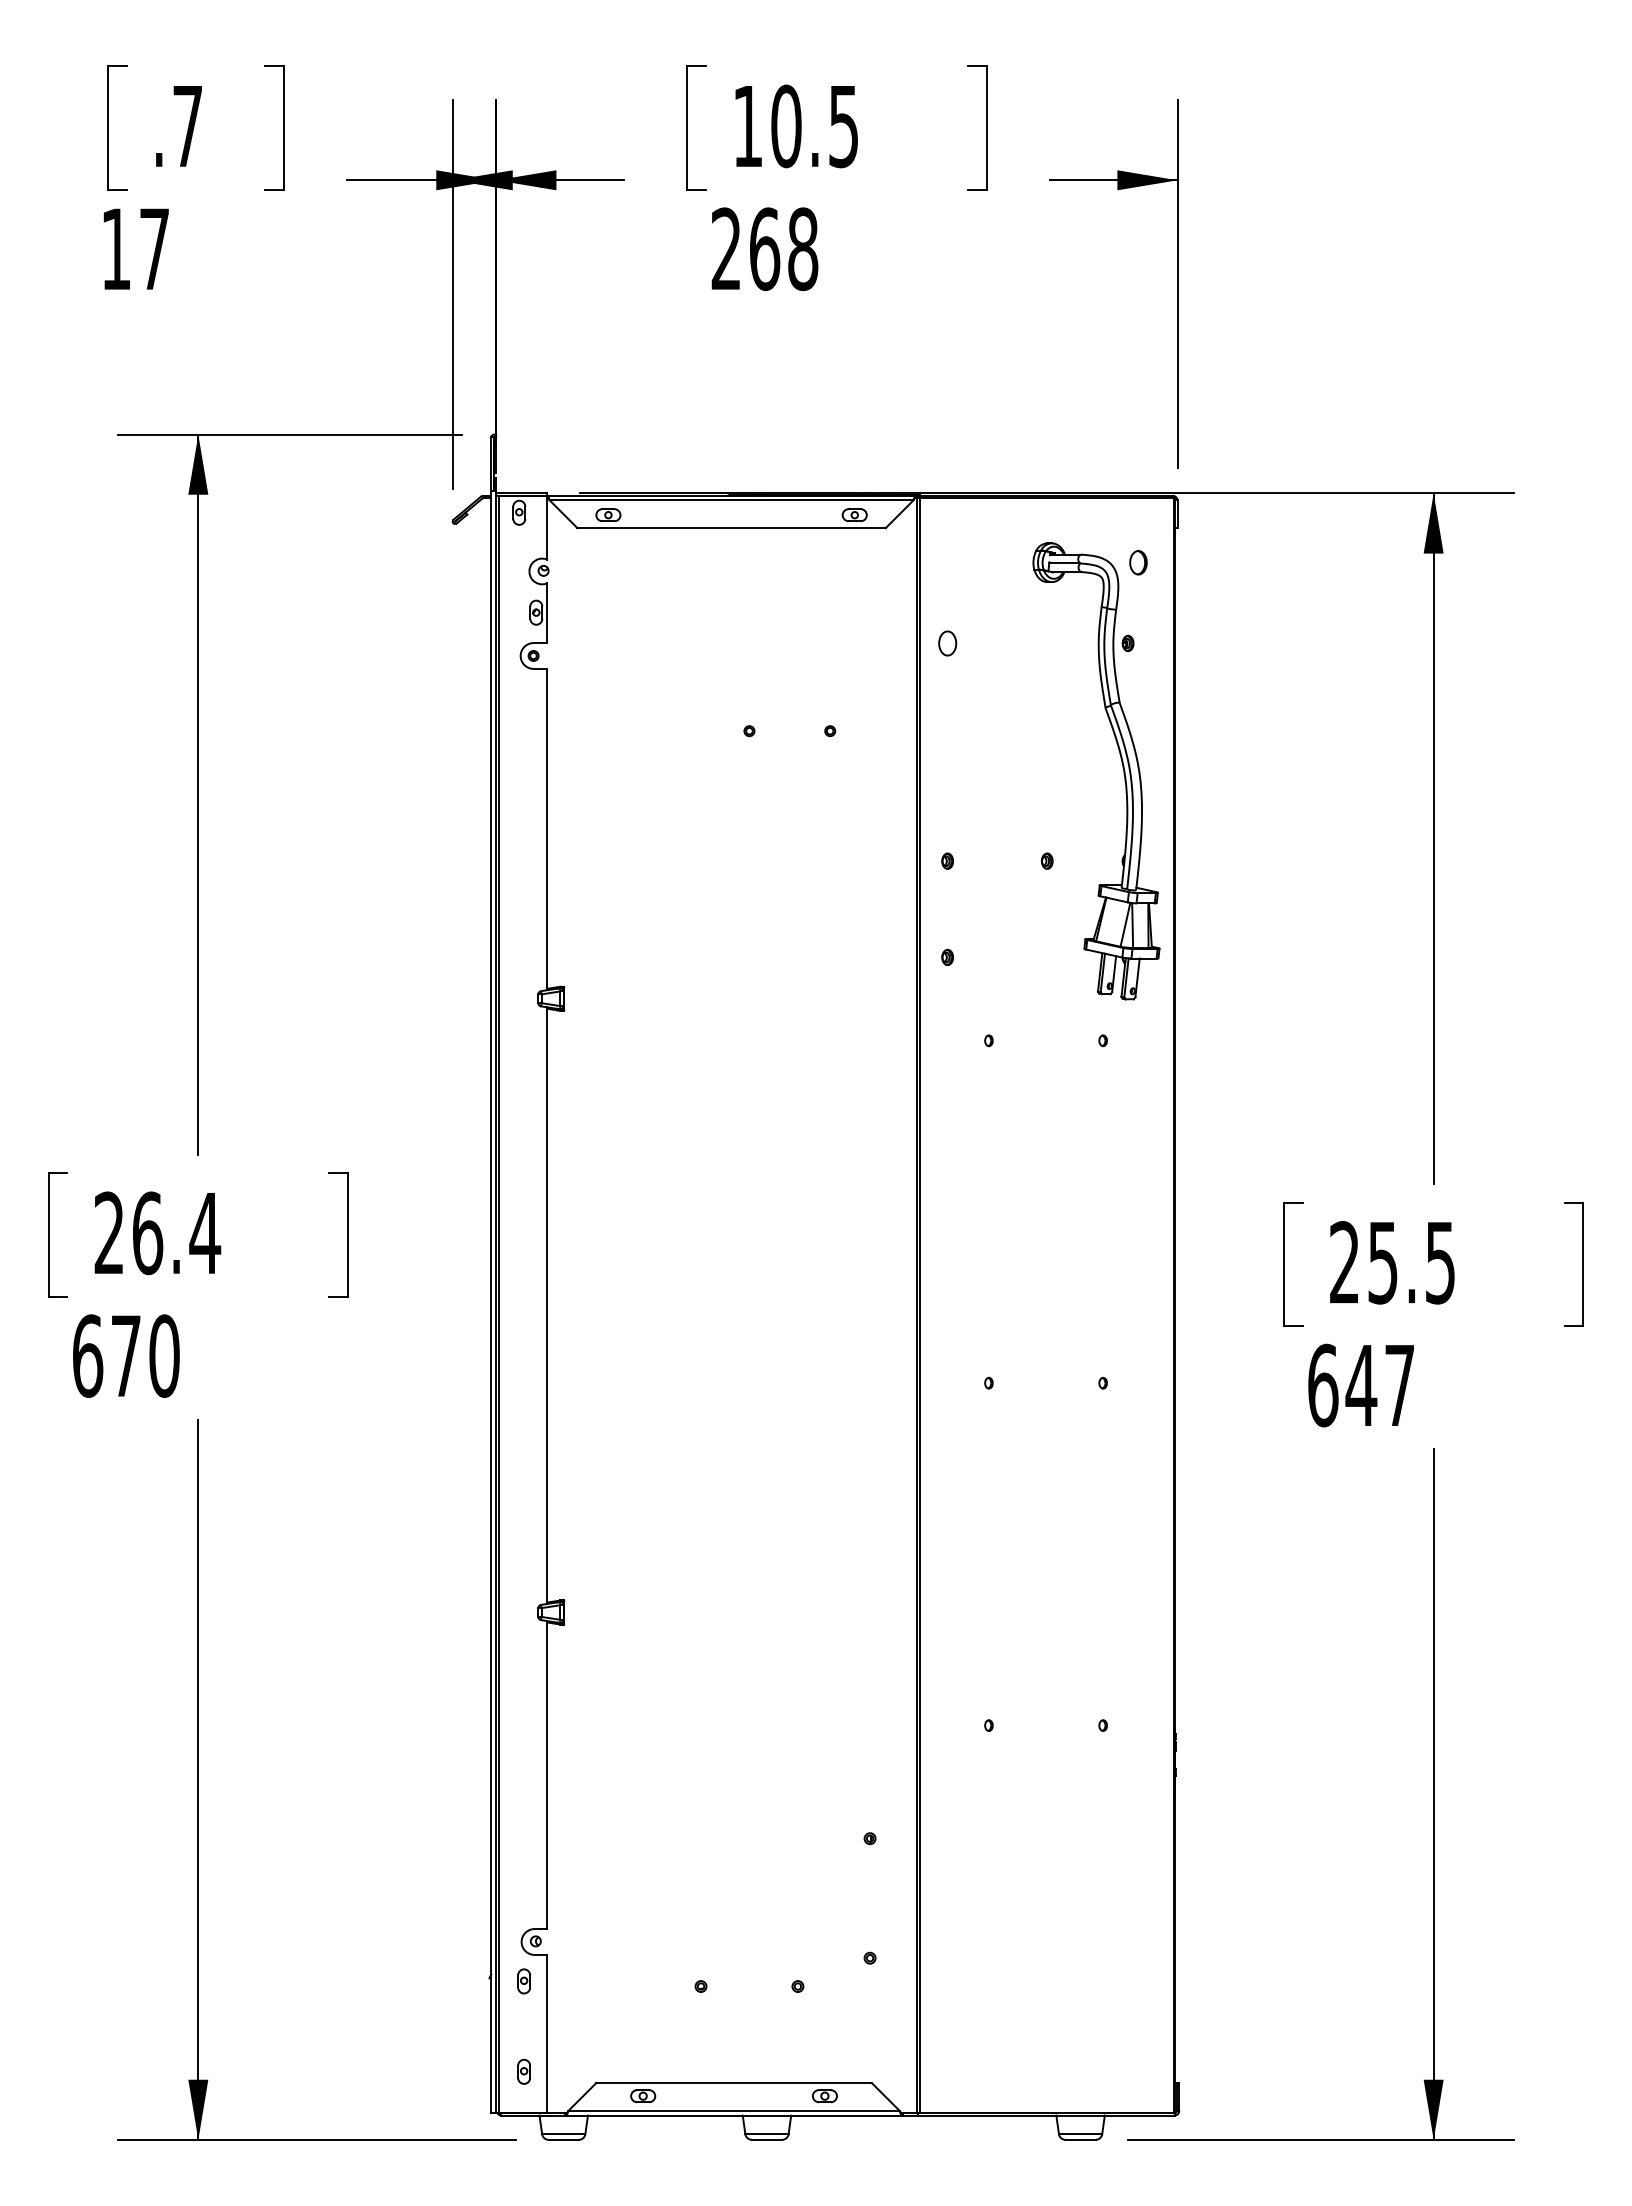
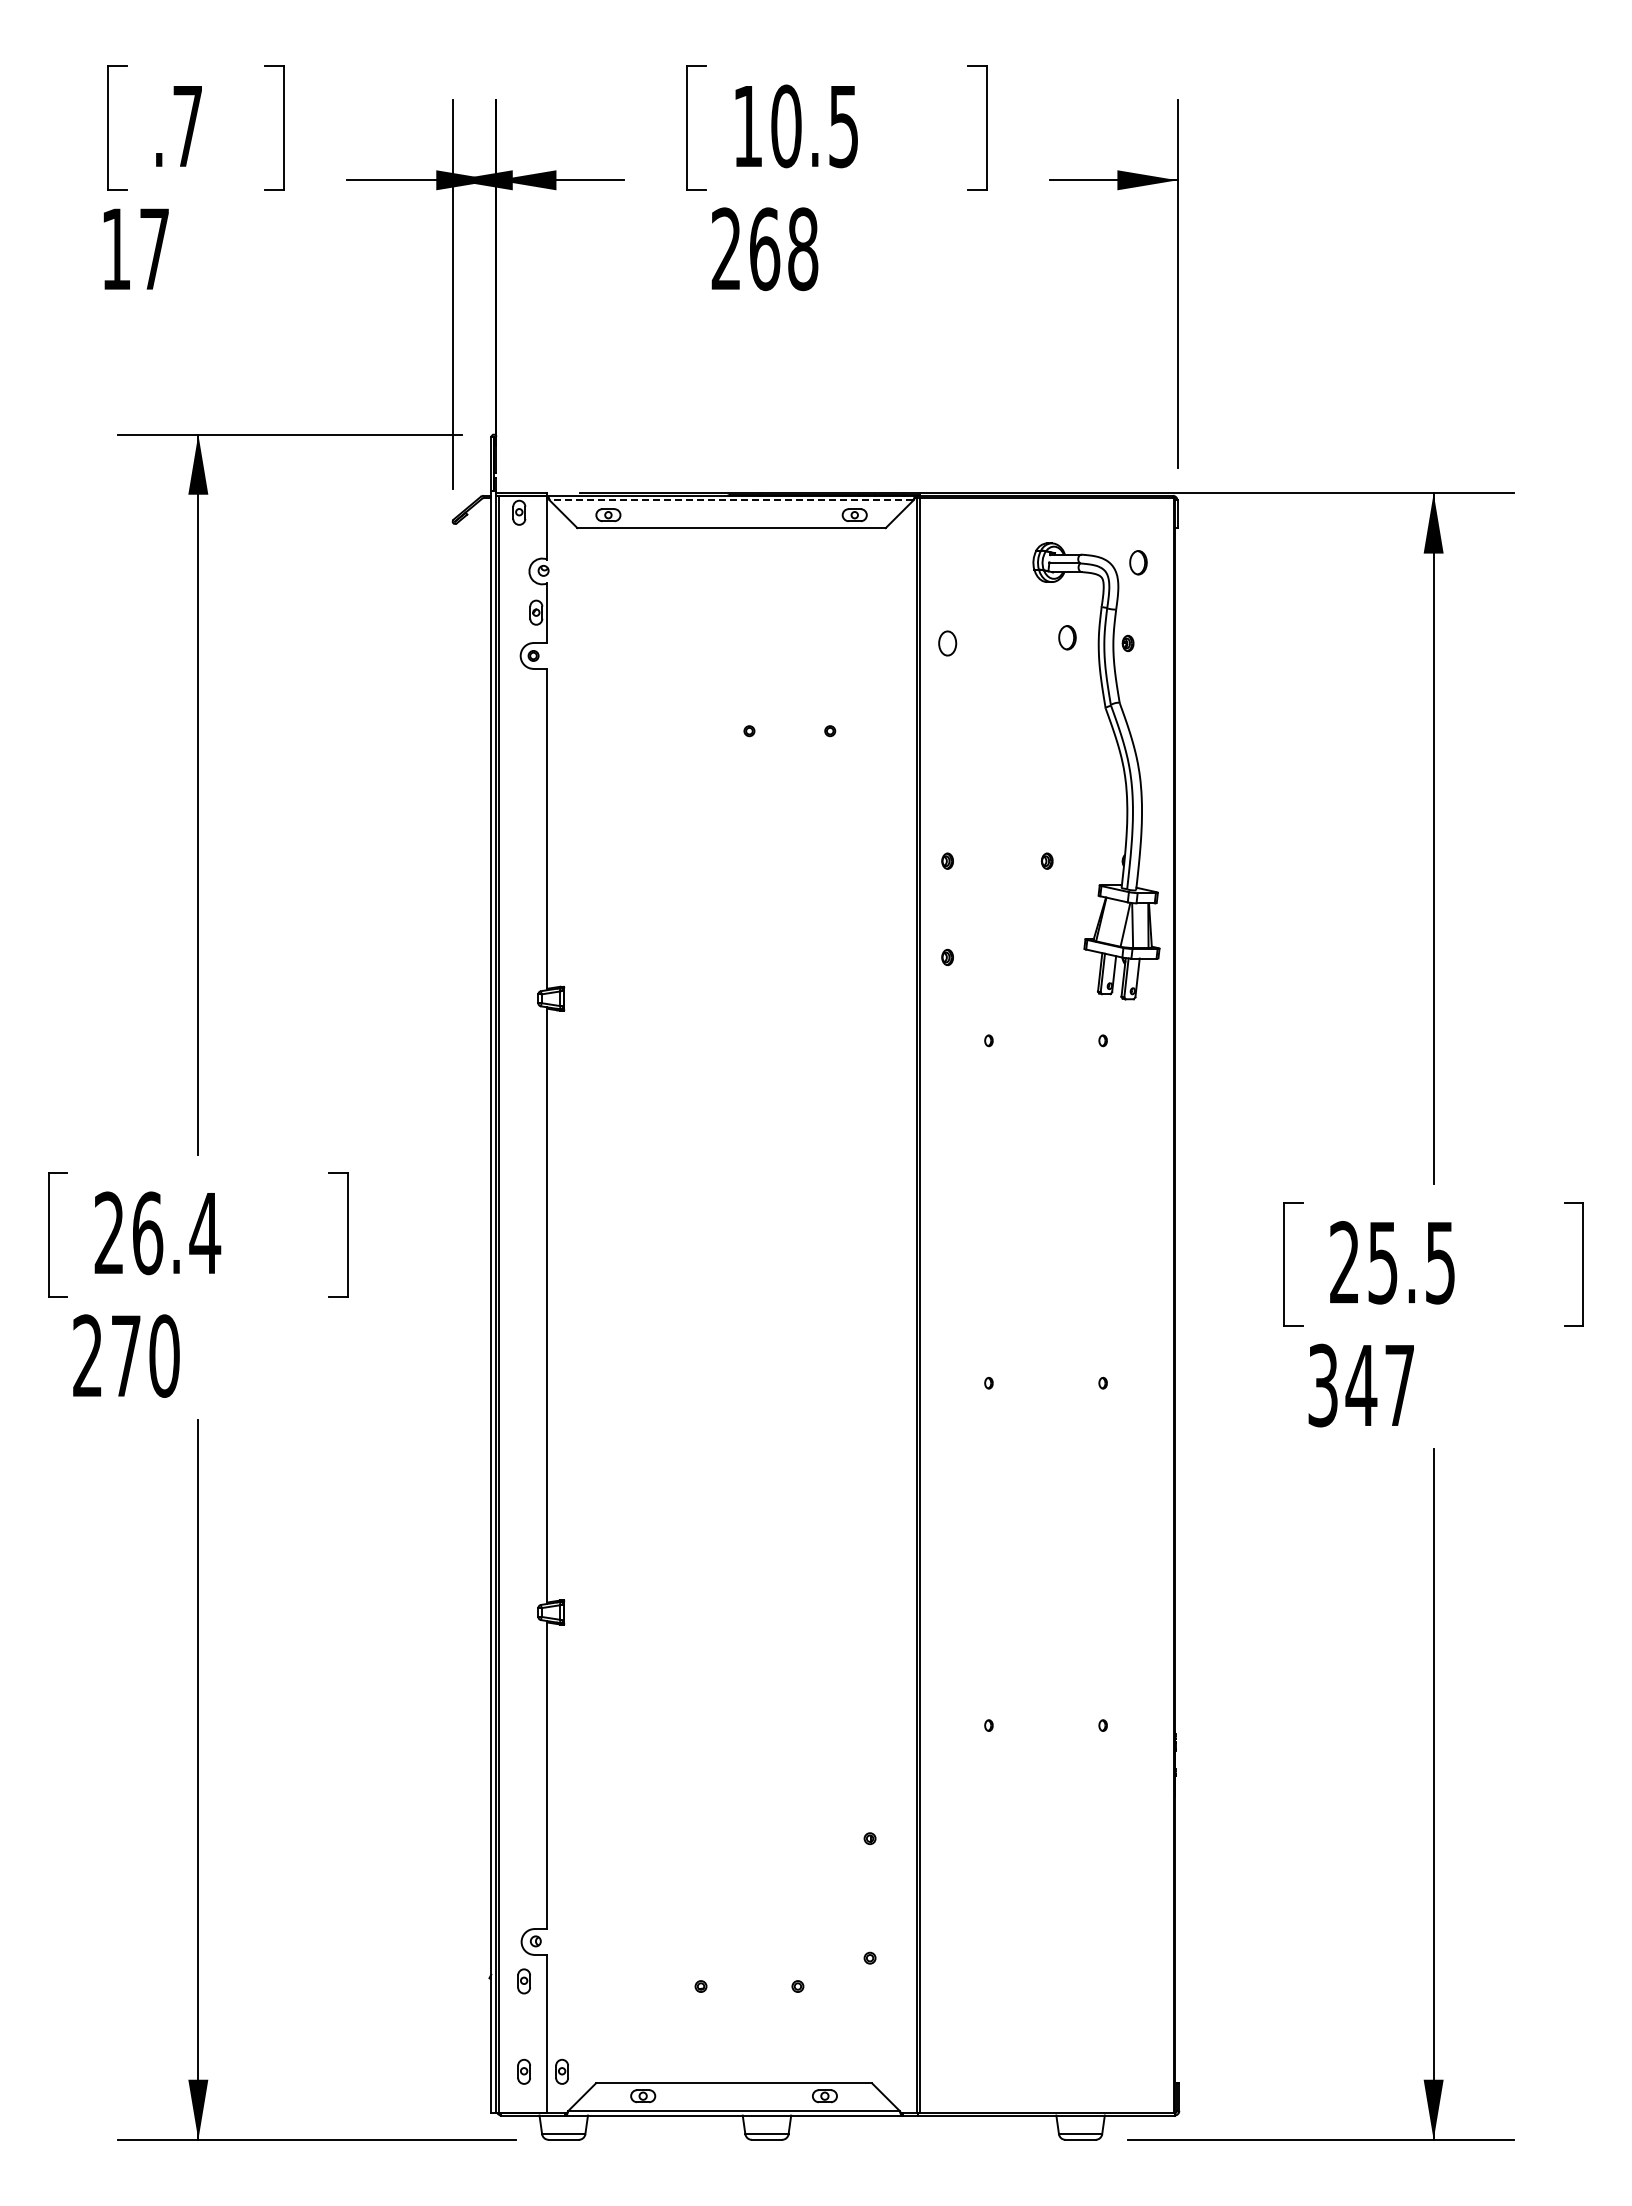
line at (731, 500): solid -> dashed
part at (1067, 637): none -> present
text at (88, 1355): 670 -> 270
text at (1323, 1385): 647 -> 347
part at (561, 2071): none -> present
